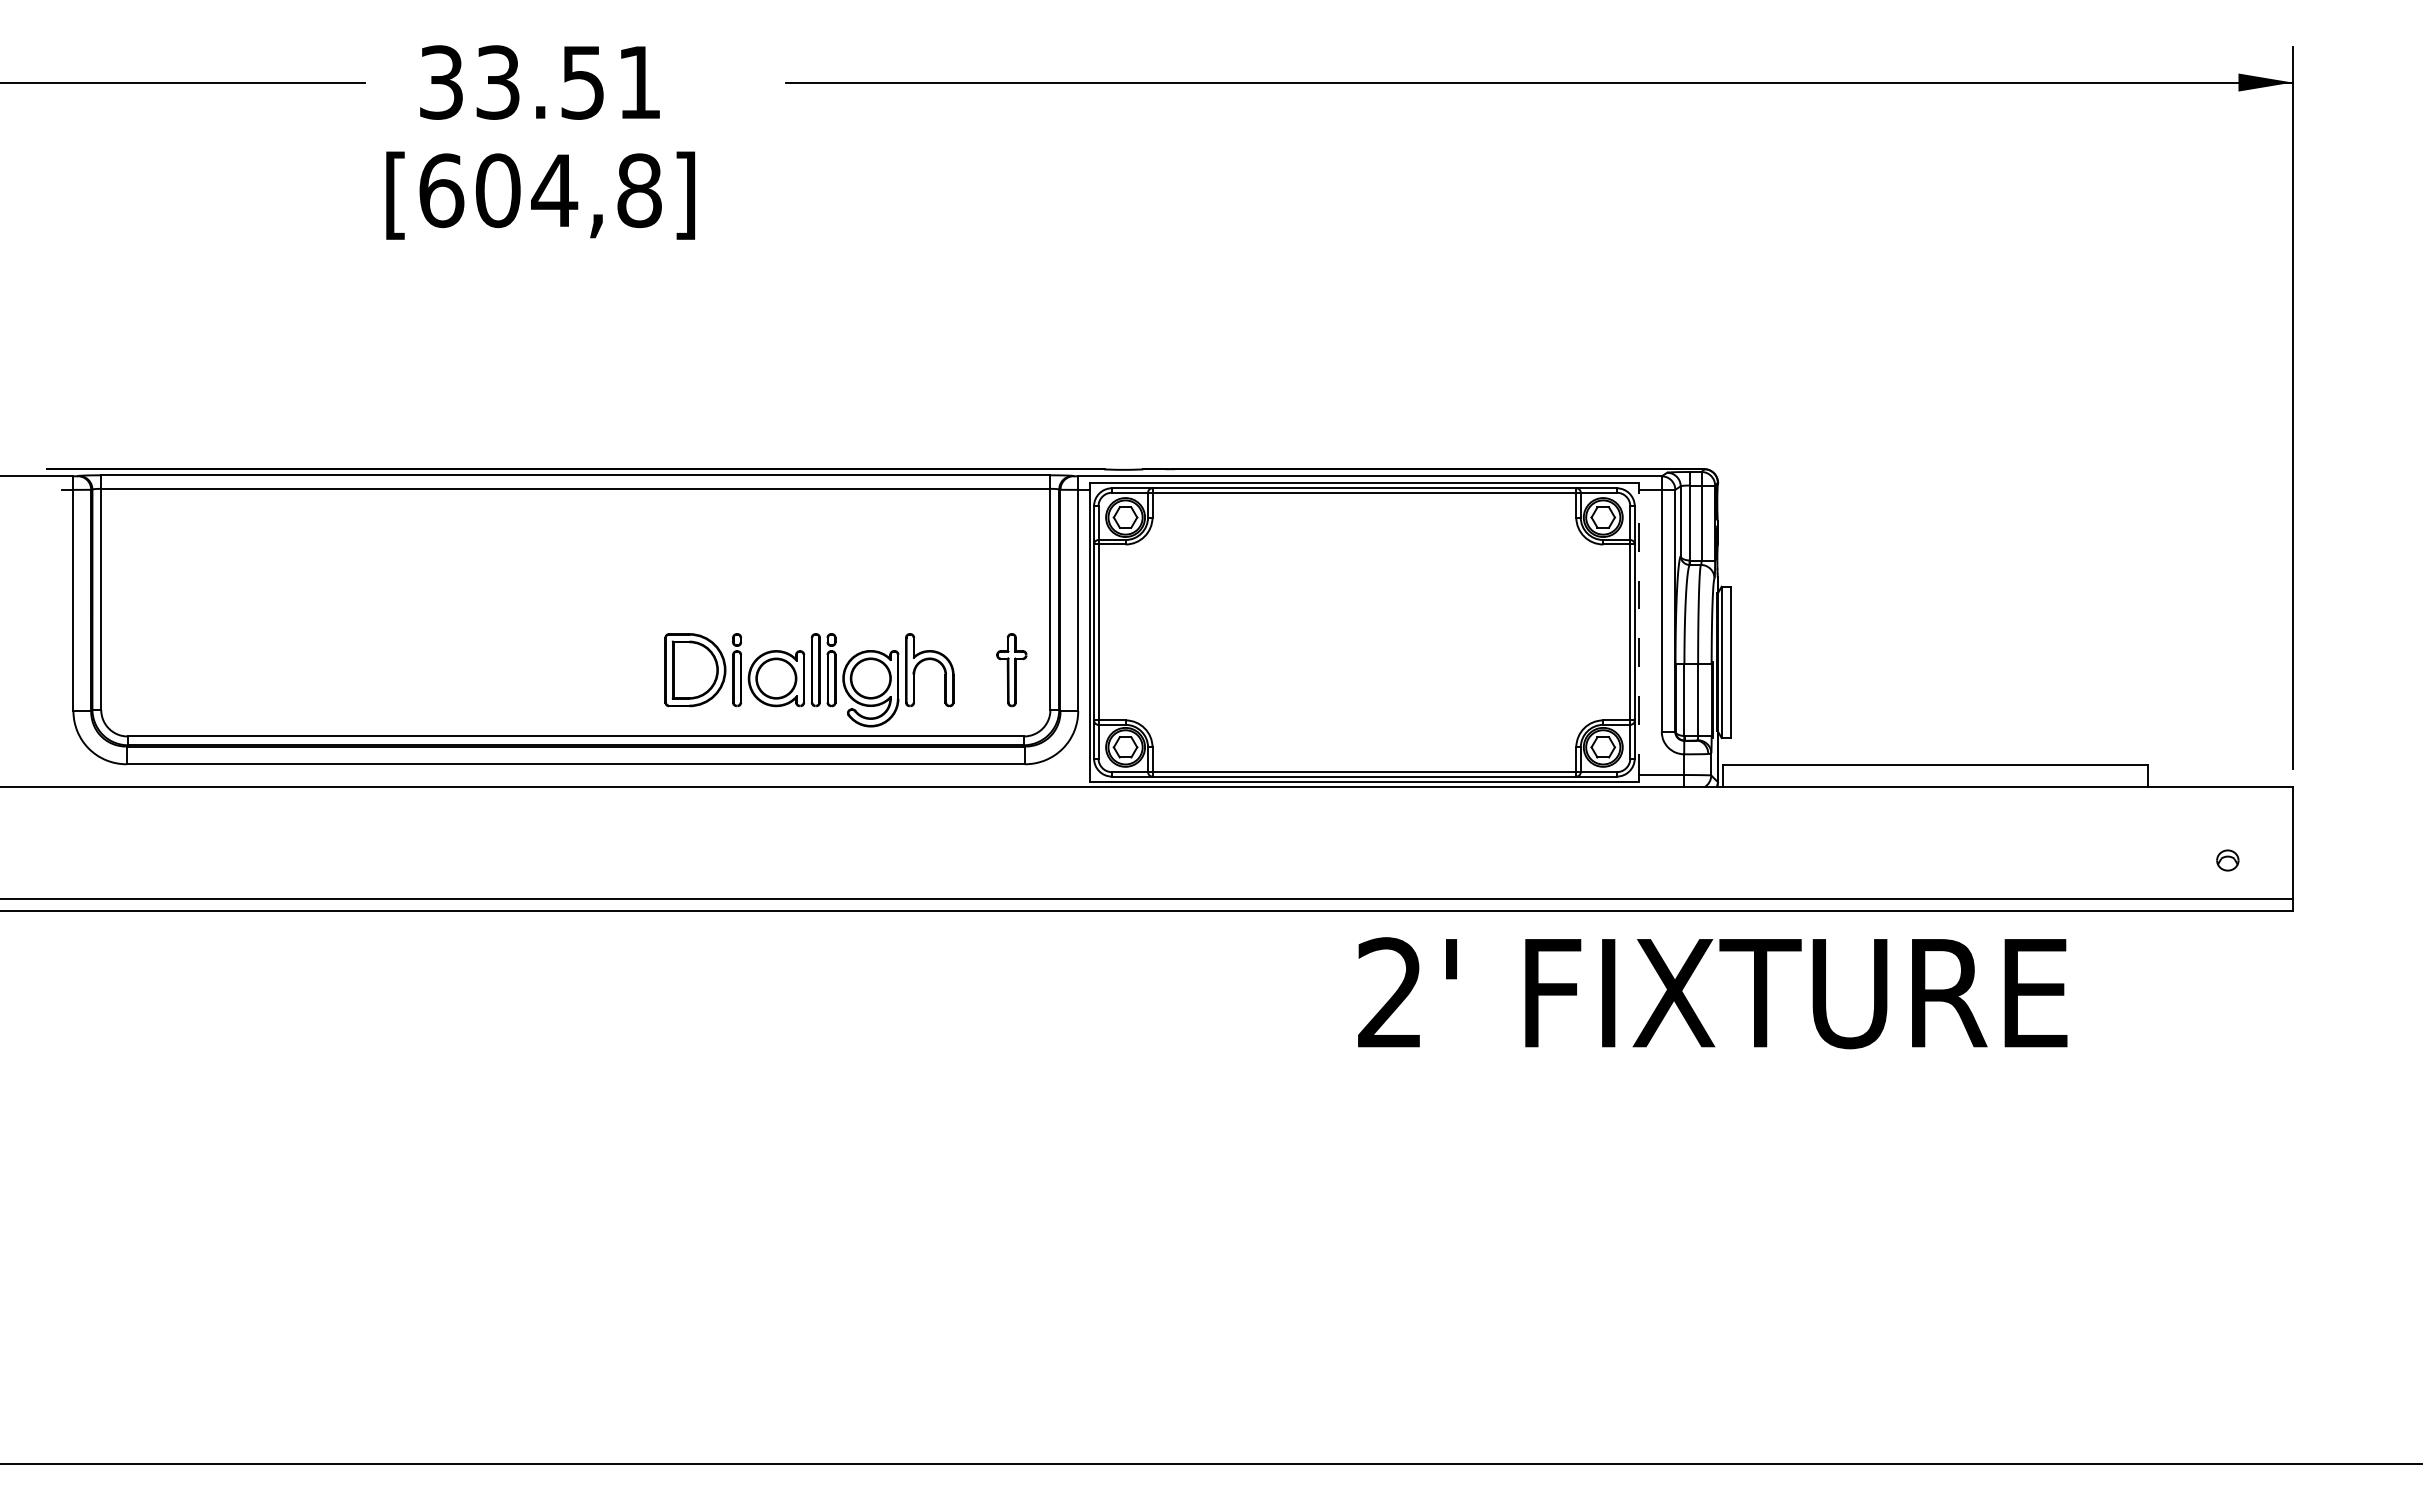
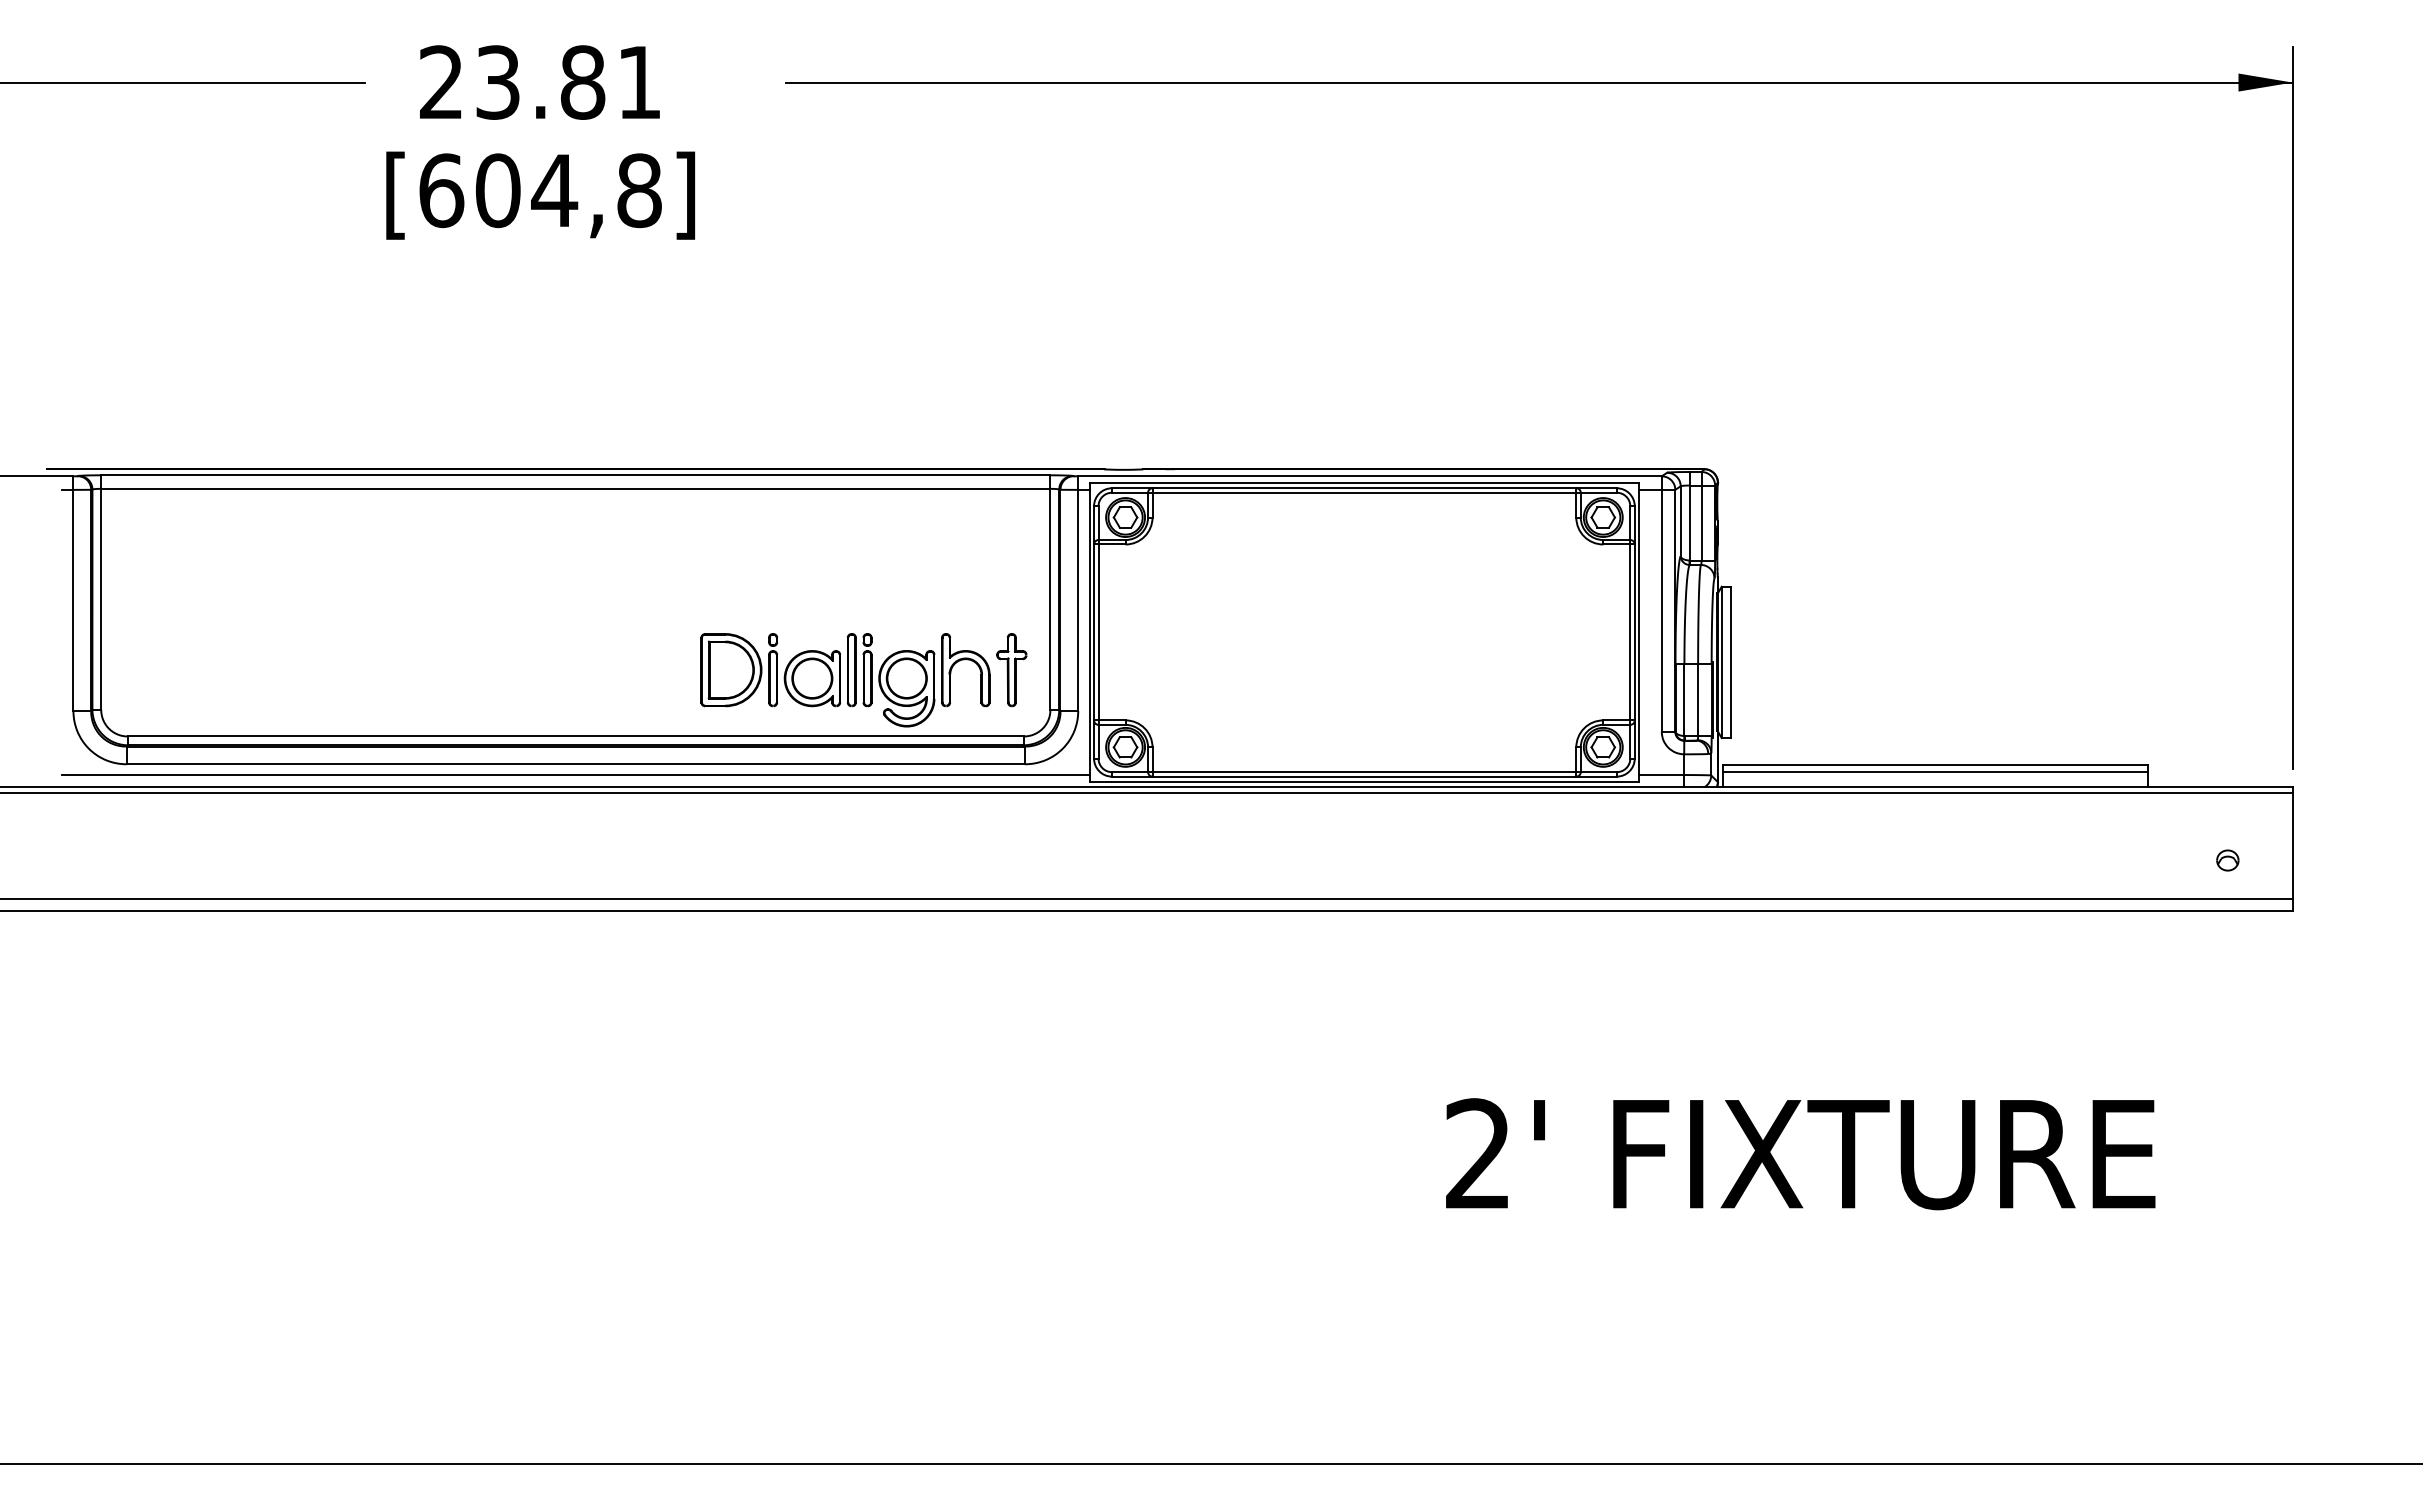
text at (512, 82): 33.51 -> 23.81
line at (1639, 632): dashed -> solid
part at (809, 680) position: (809, 680) -> (845, 680)
line at (1935, 772): none -> present
line at (575, 775): none -> present
line at (1147, 793): none -> present
text at (1712, 993) position: (1712, 993) -> (1800, 1154)
